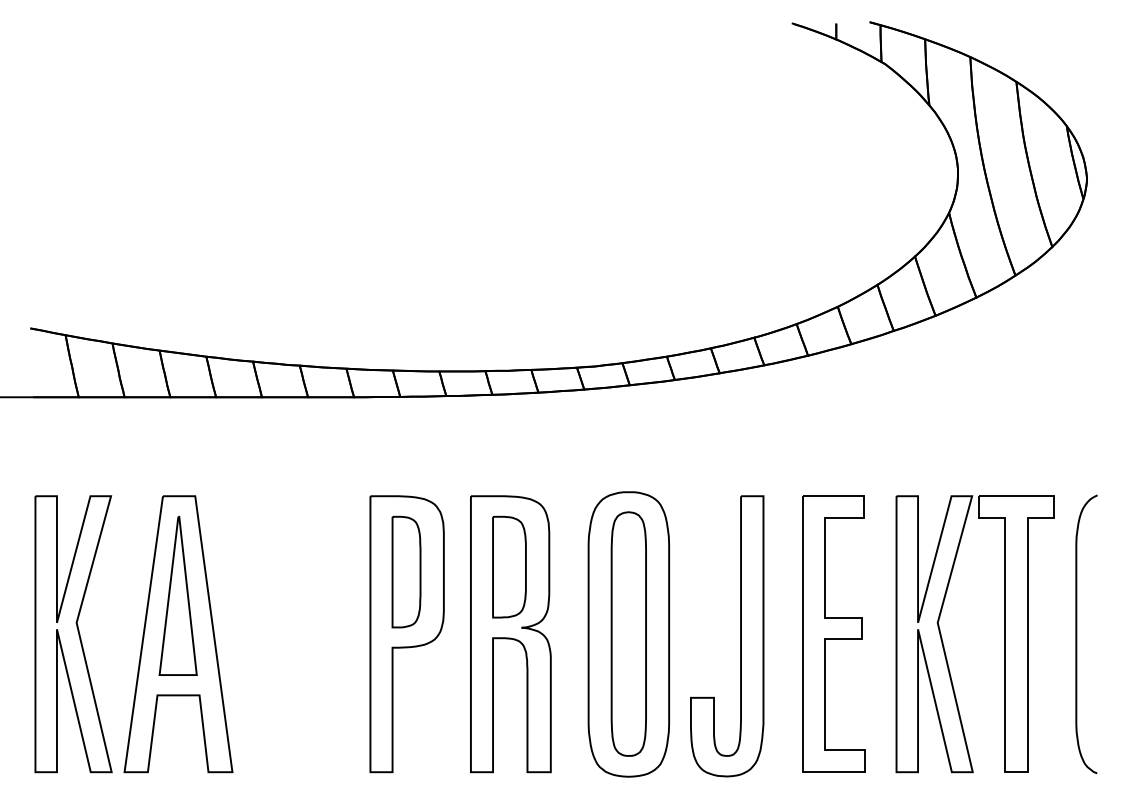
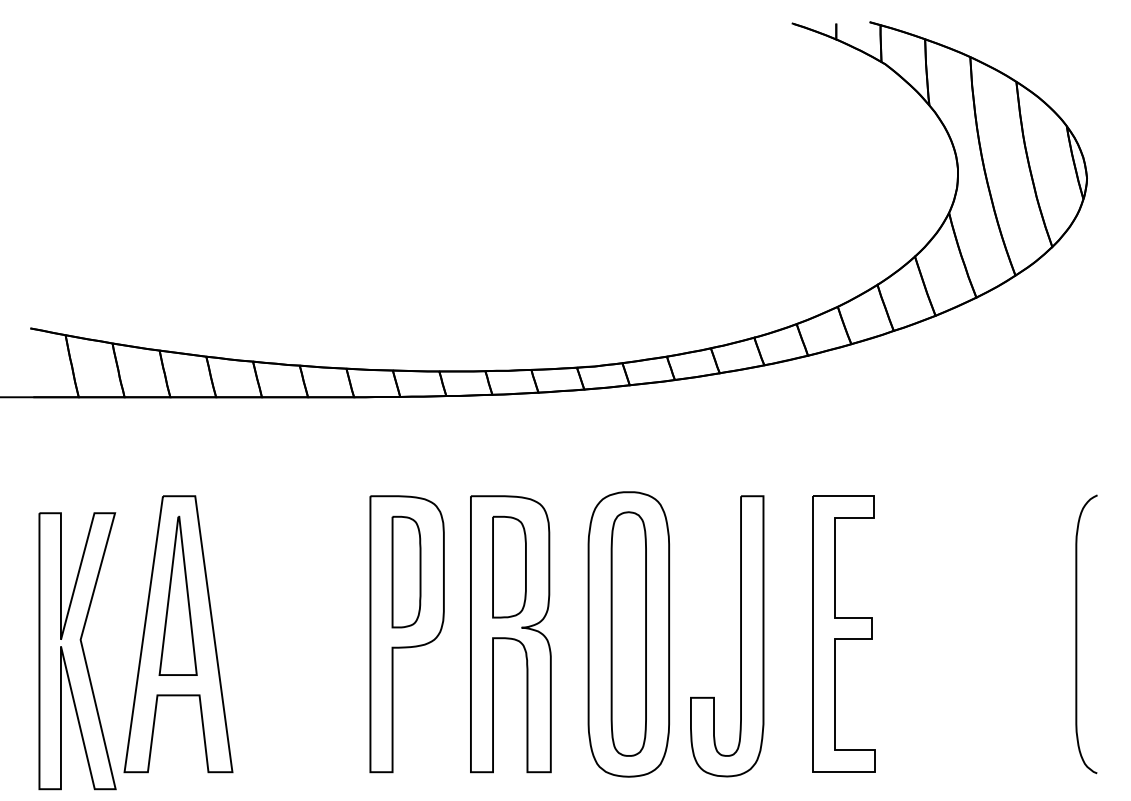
part at (833, 633) position: (833, 633) -> (843, 633)
part at (73, 634) position: (73, 634) -> (77, 651)
part at (1004, 634): present -> none
